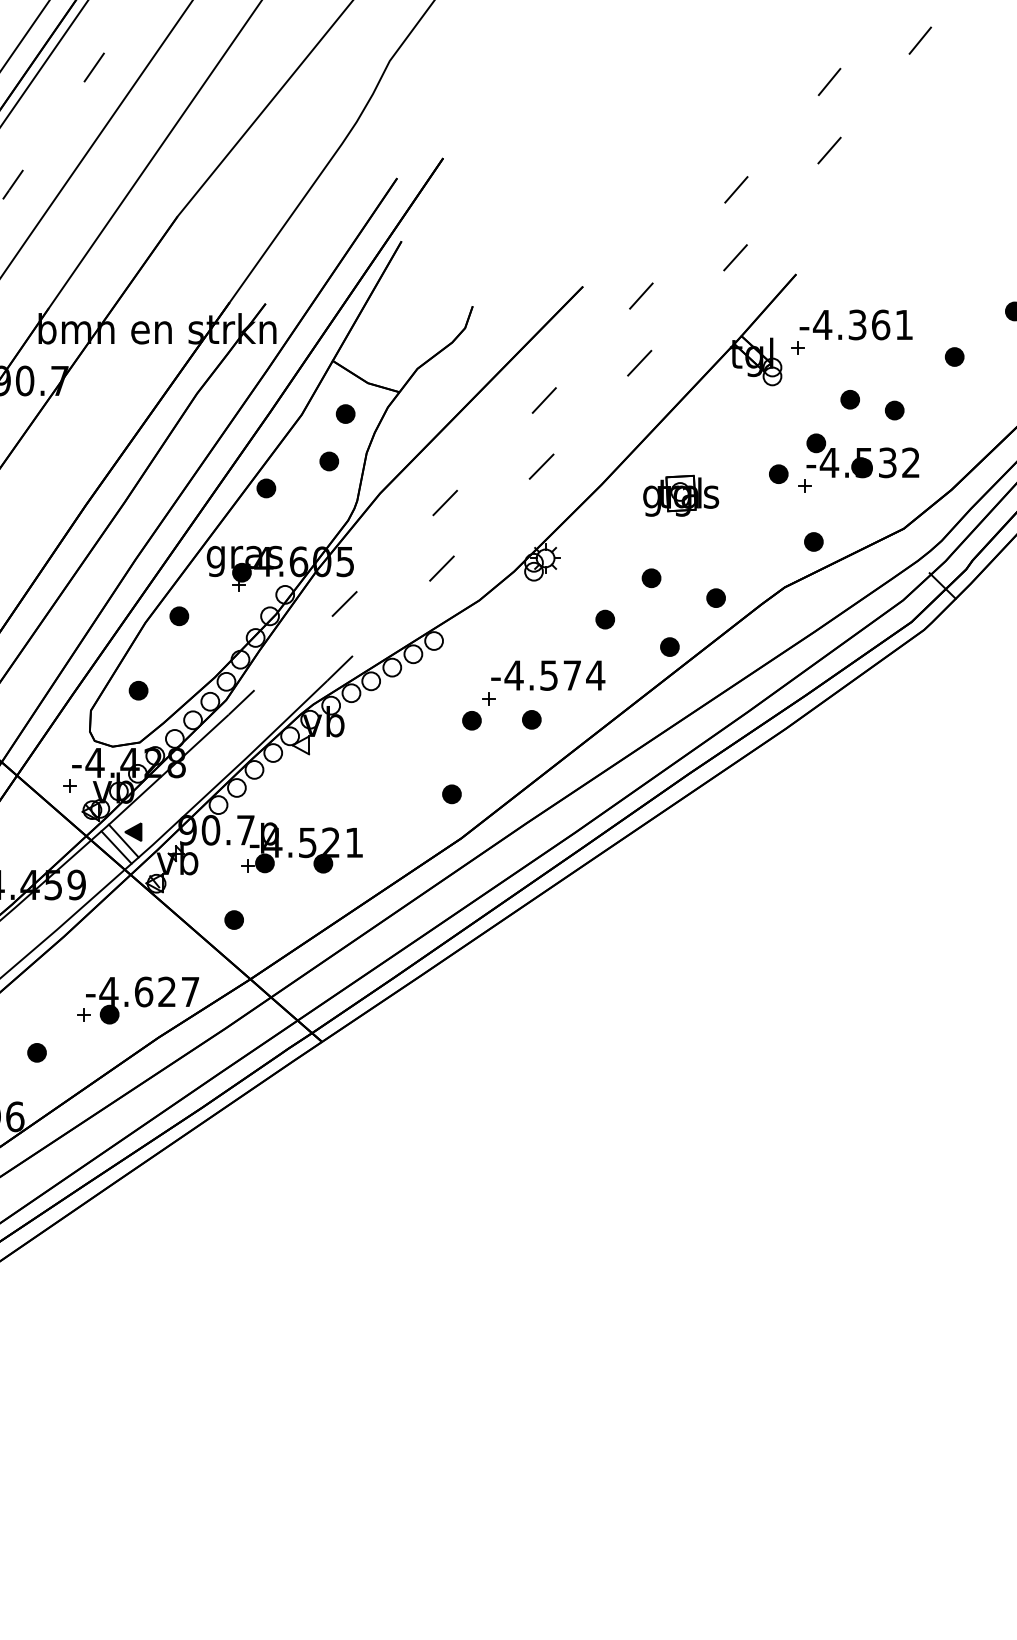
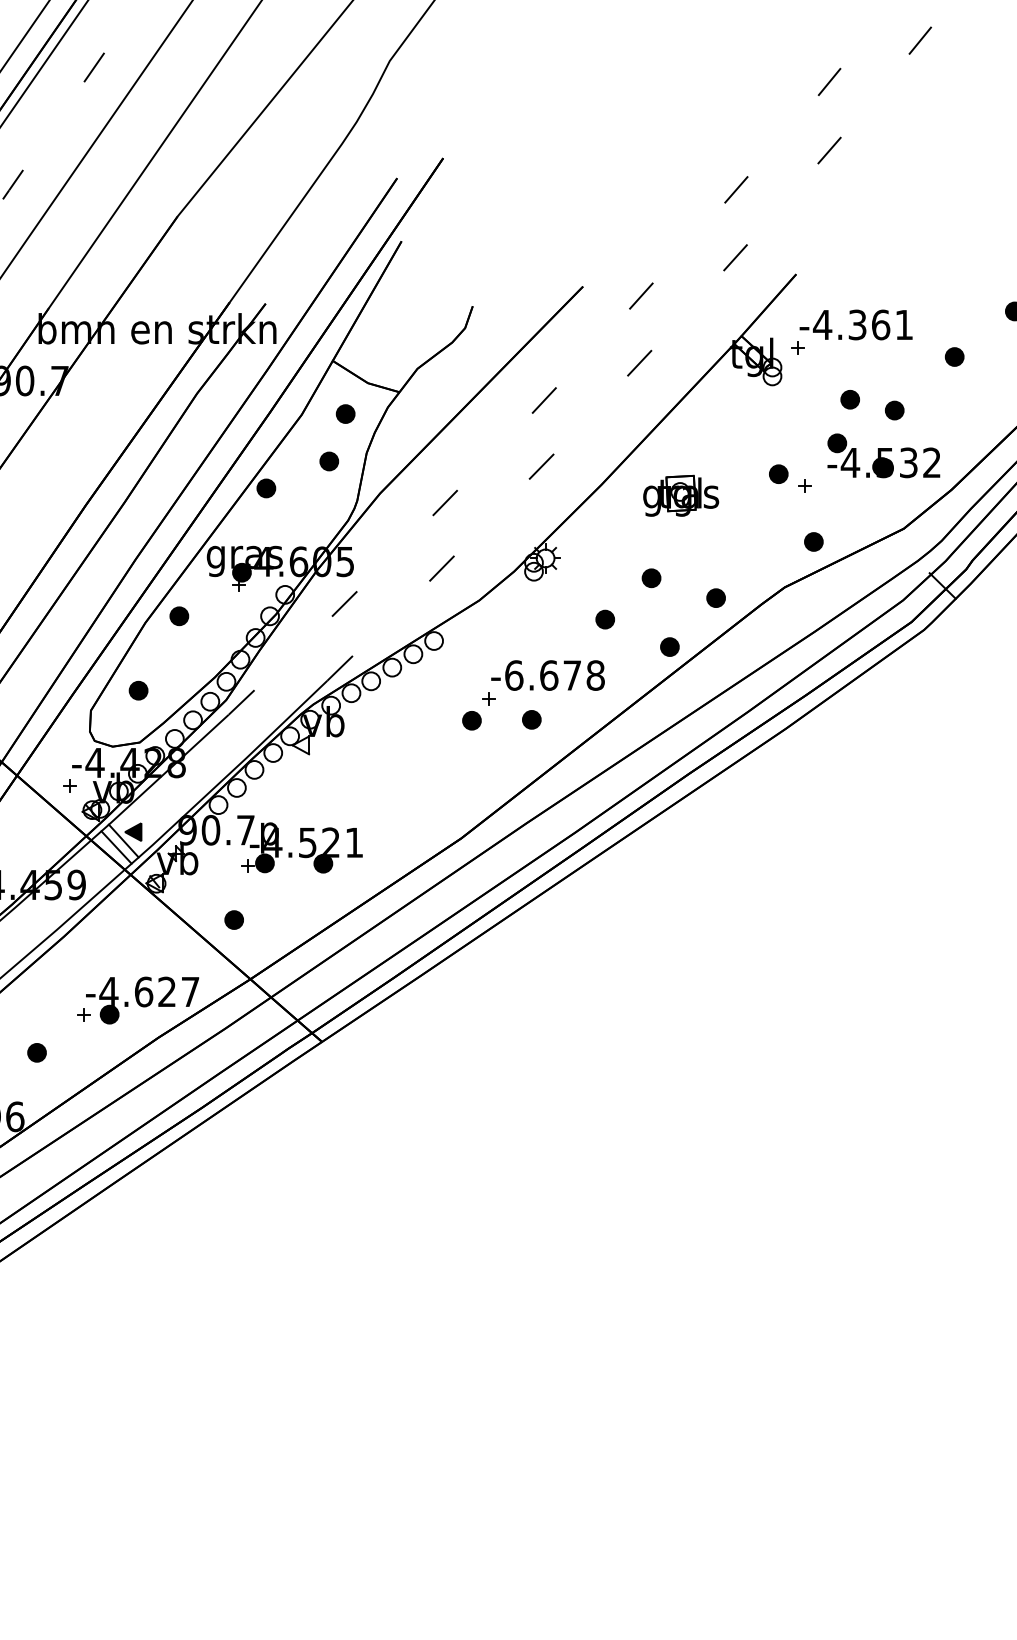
part at (862, 455) position: (862, 455) -> (883, 455)
text at (554, 675): -4.574 -> -6.678
part at (451, 794): present -> none
